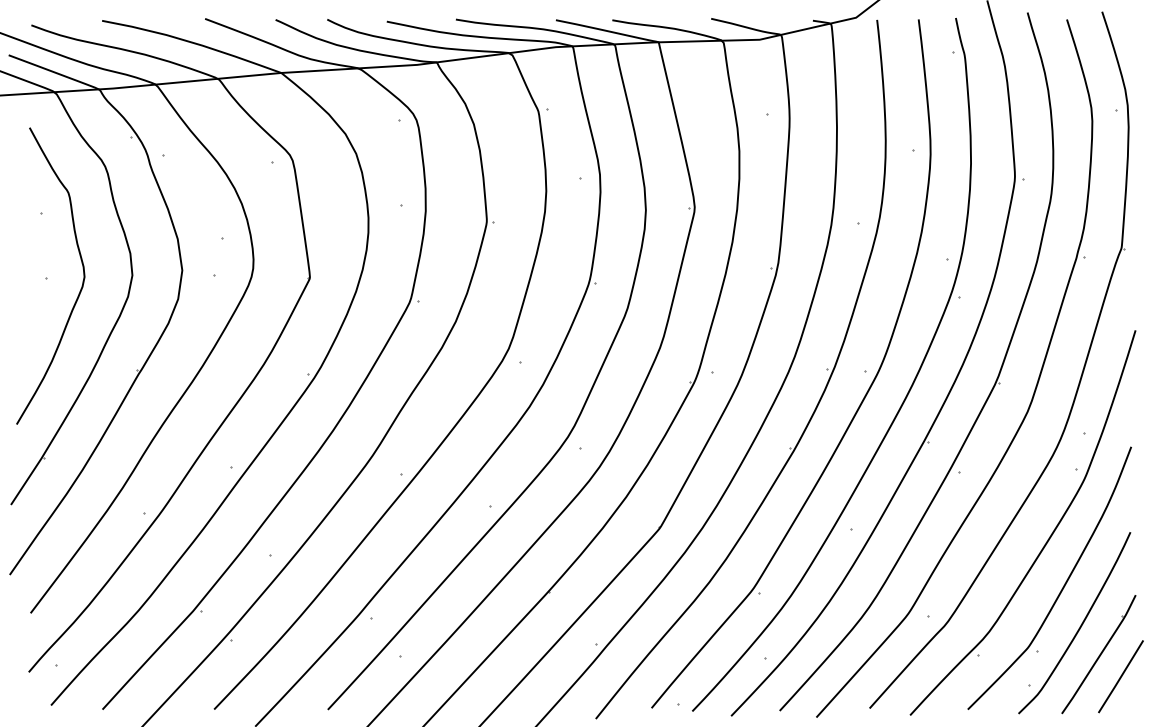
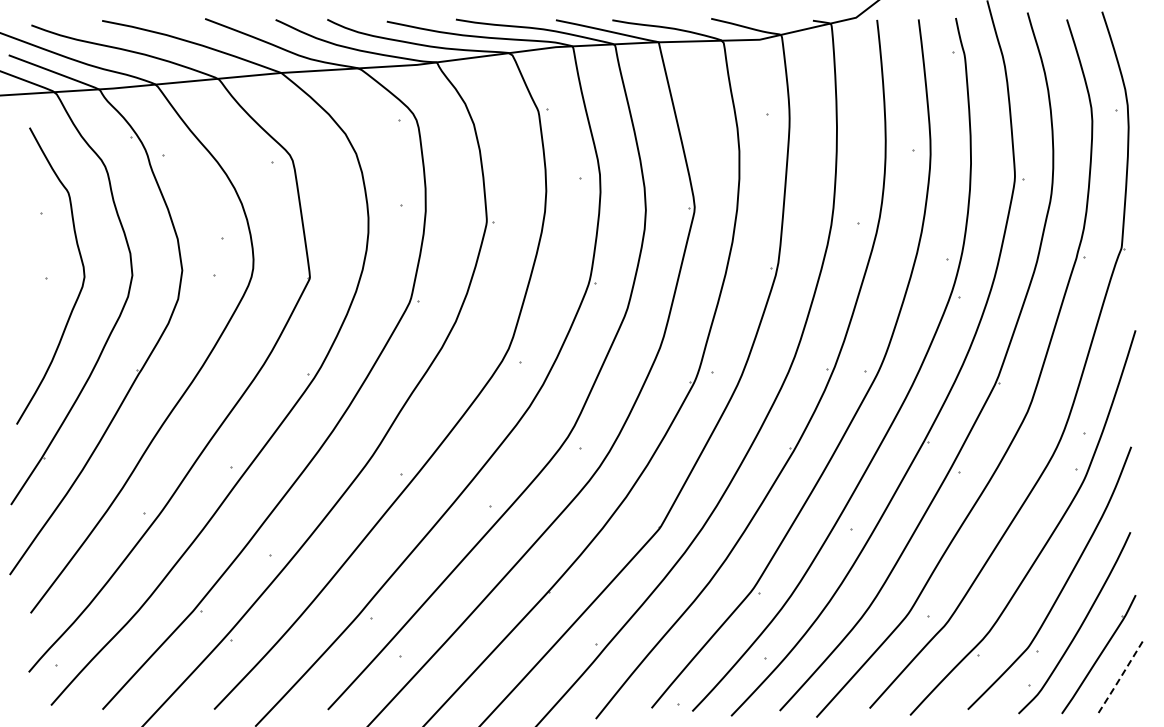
line at (1120, 677): solid -> dashed
